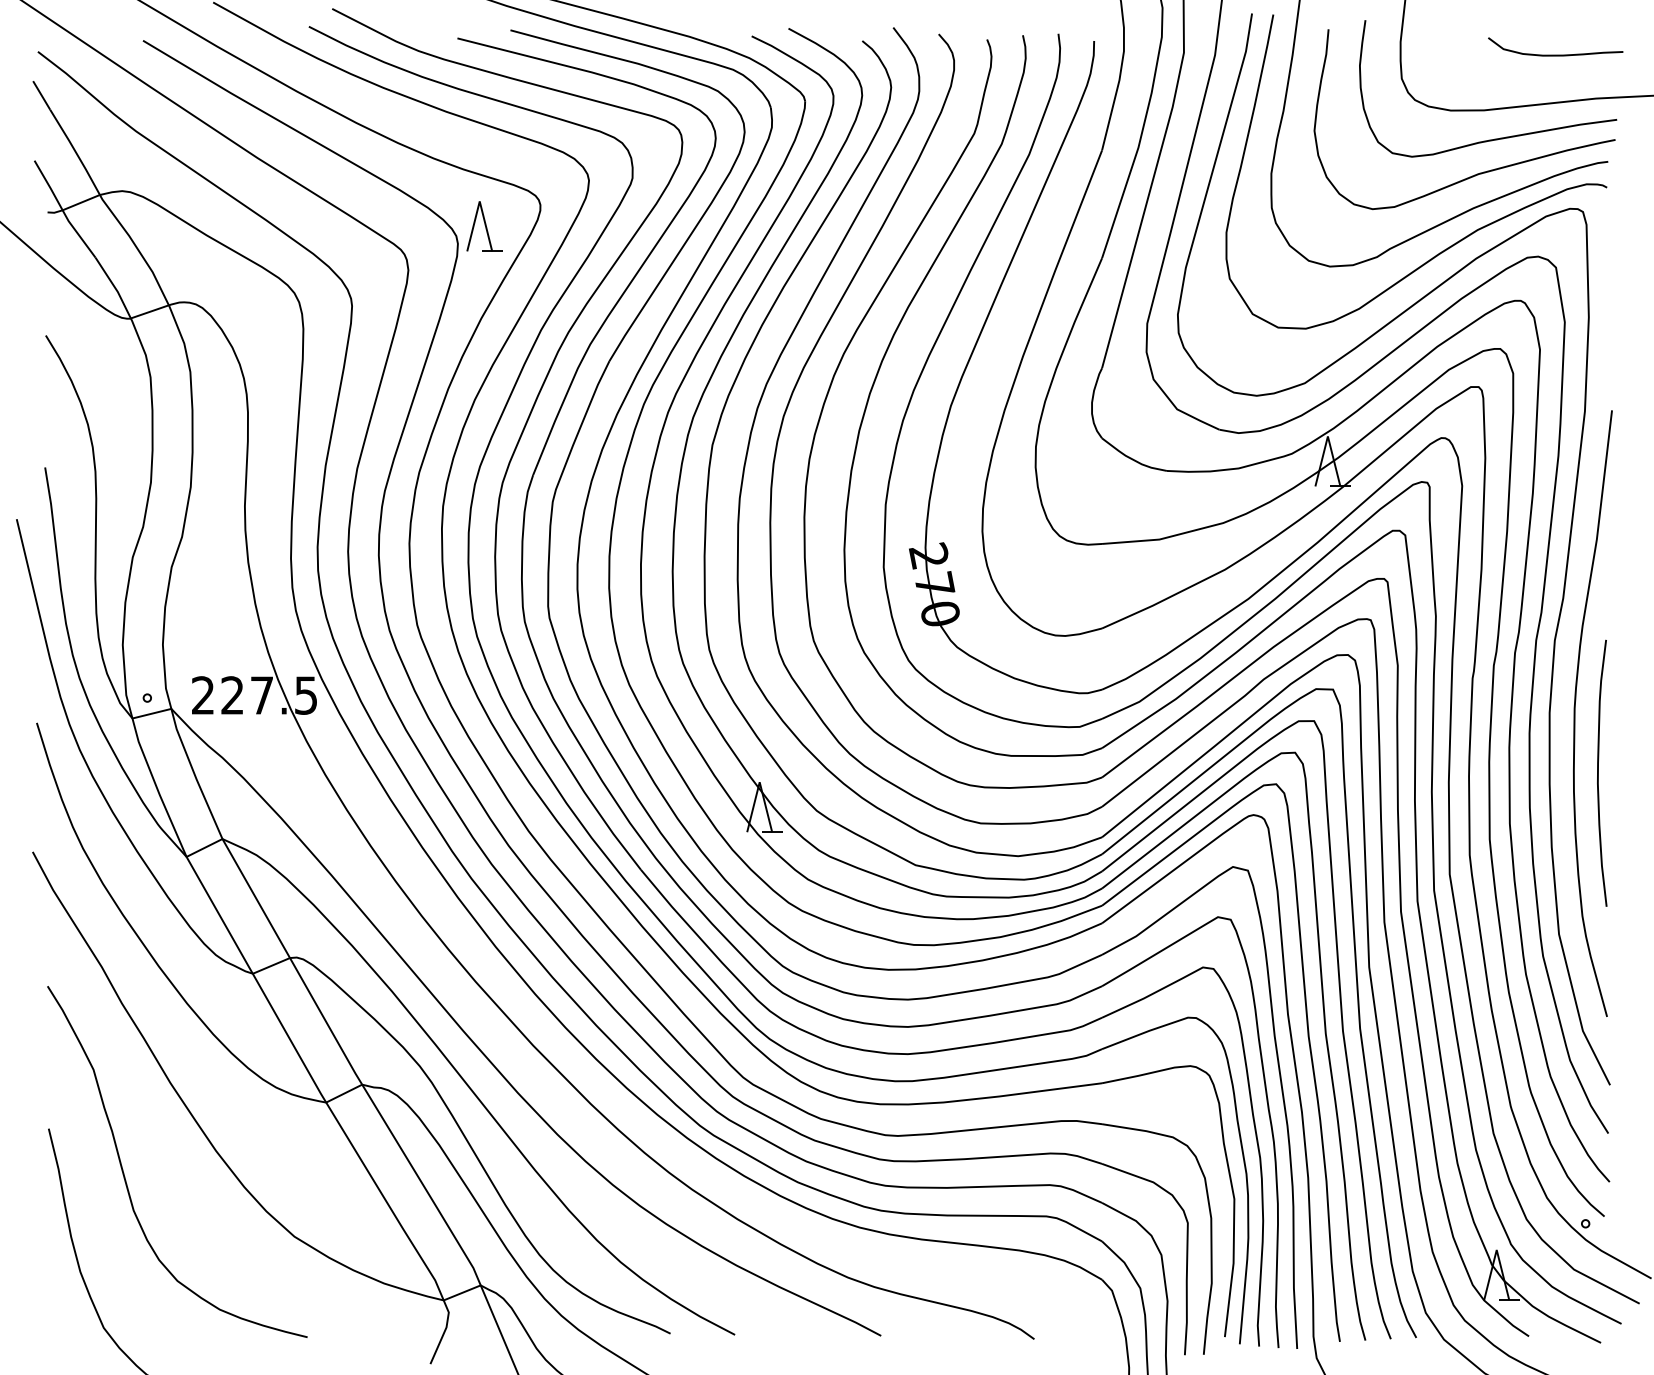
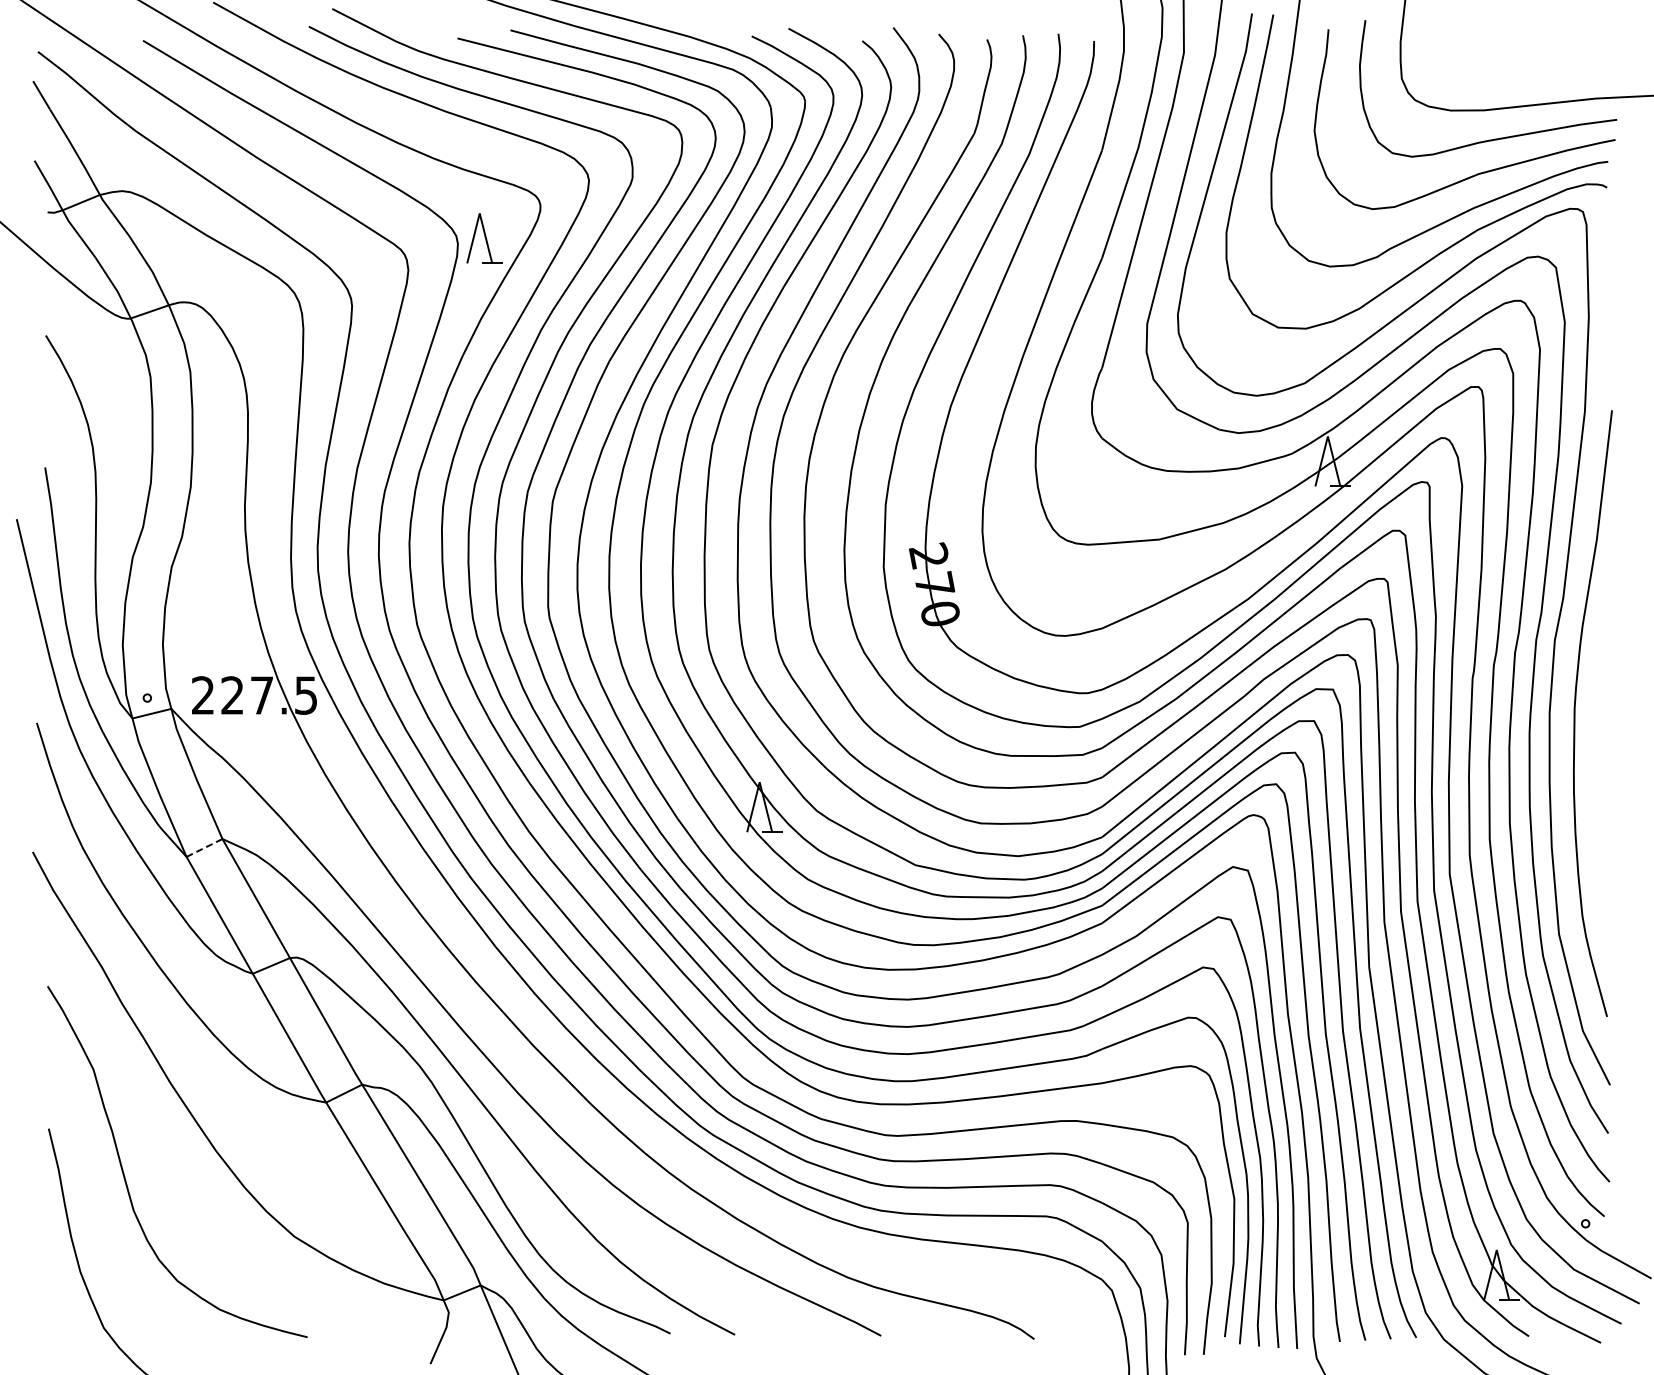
curve at (1555, 54): present -> none
part at (484, 226) position: (484, 226) -> (484, 238)
curve at (1598, 772): present -> none
line at (204, 847): solid -> dashed
